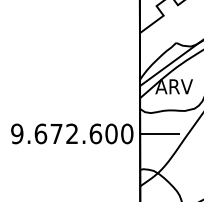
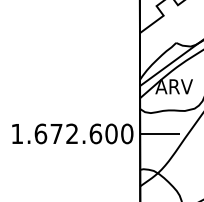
text at (17, 133): 9.672.600 -> 1.672.600
